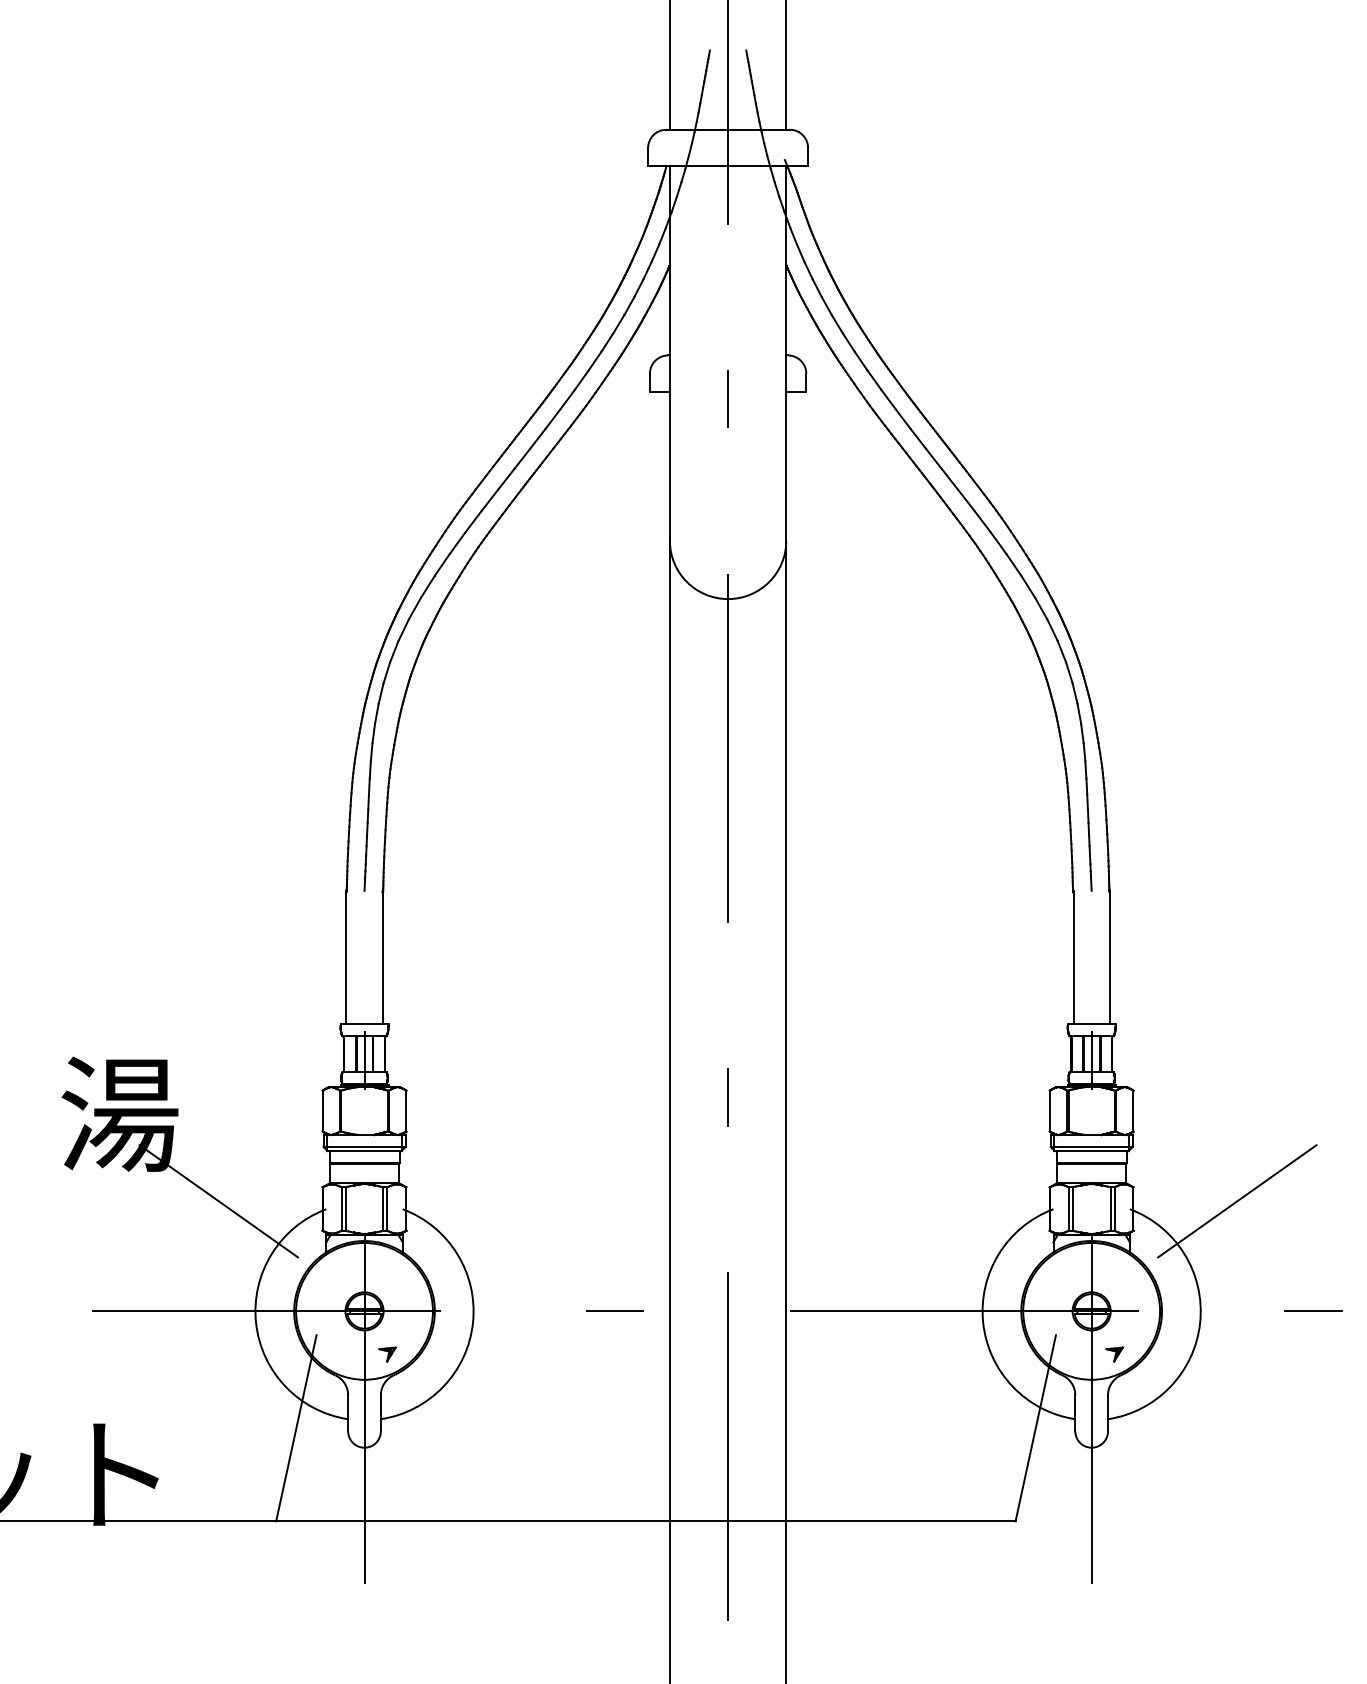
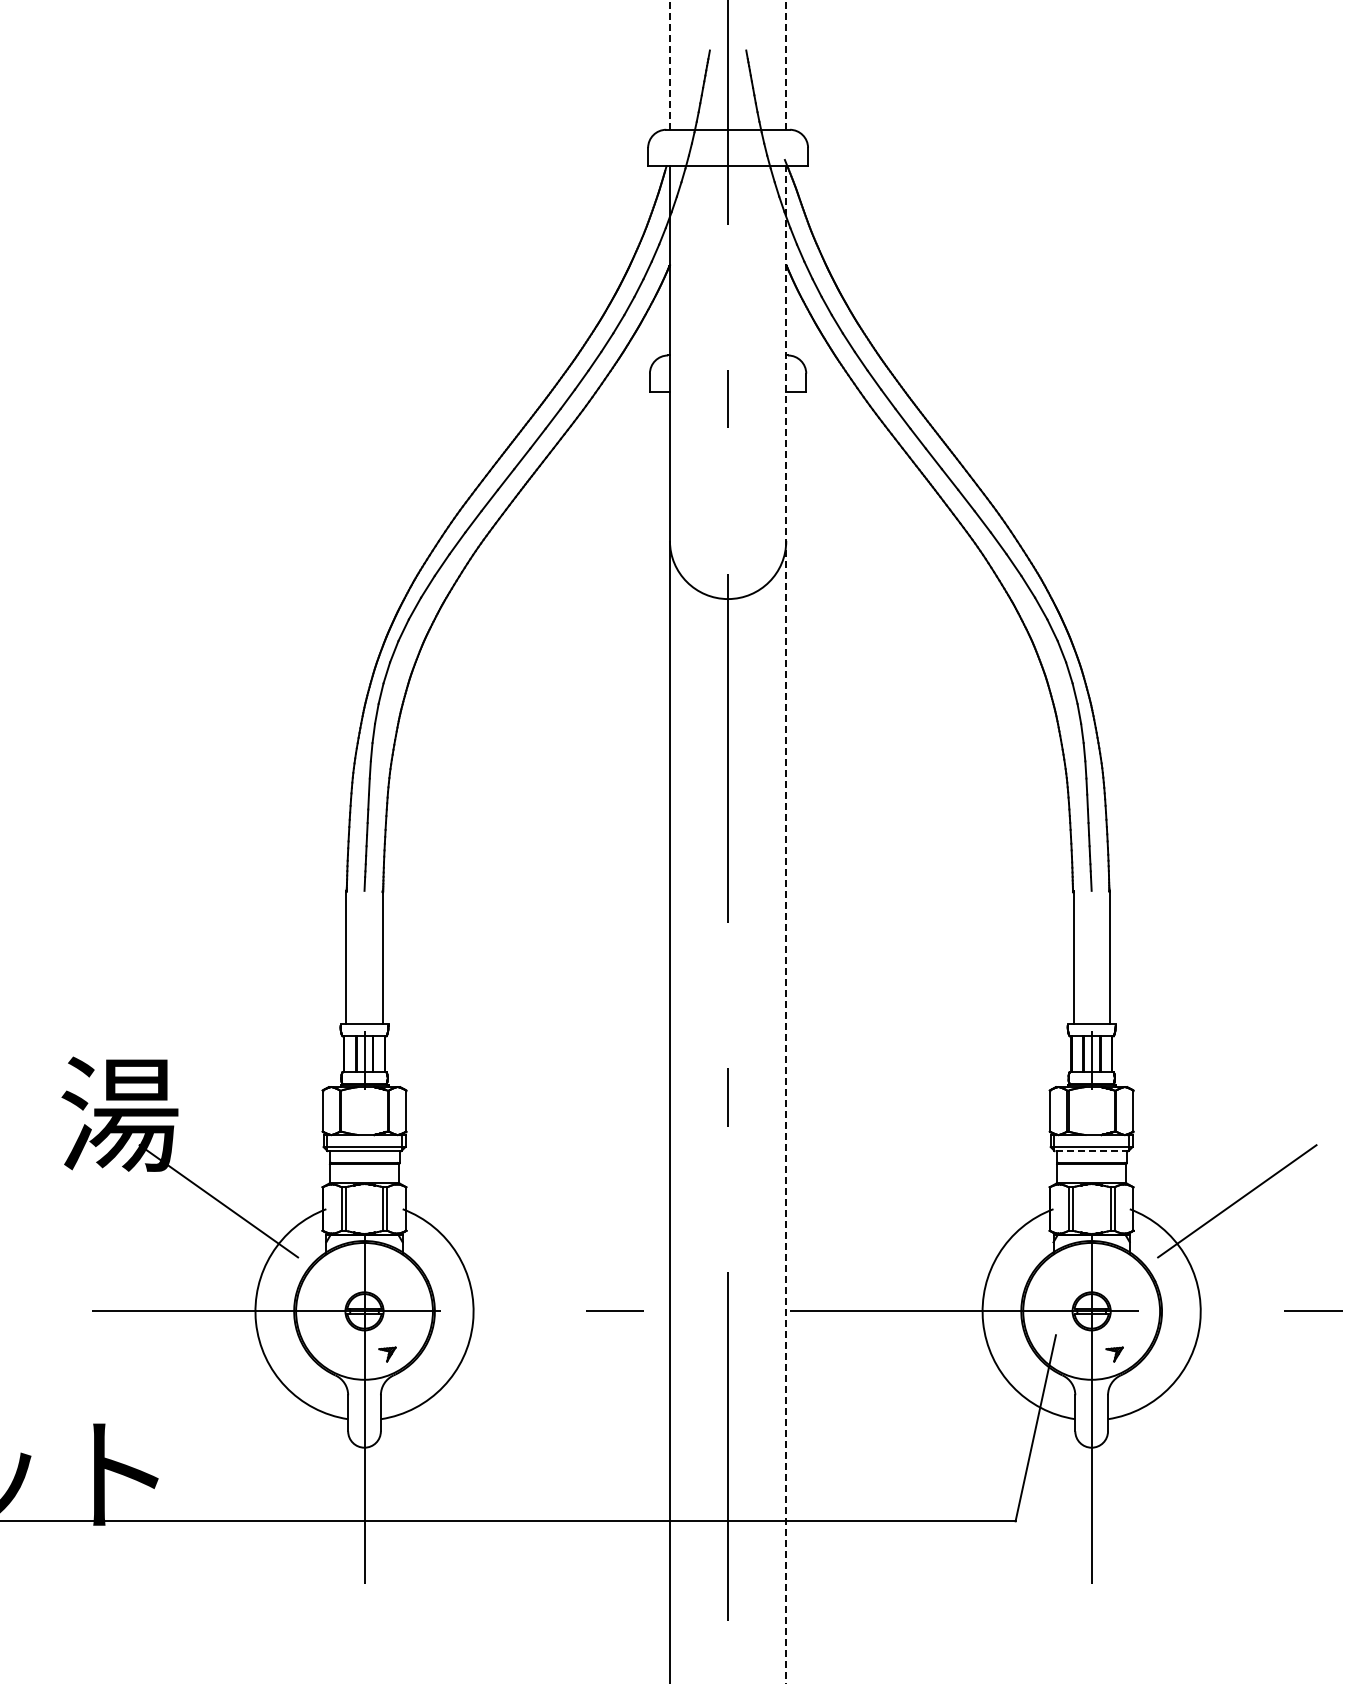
line at (669, 65): solid -> dashed
line at (786, 65): solid -> dashed
line at (786, 925): solid -> dashed
line at (1091, 1151): solid -> dashed
line at (296, 1428): present -> none
